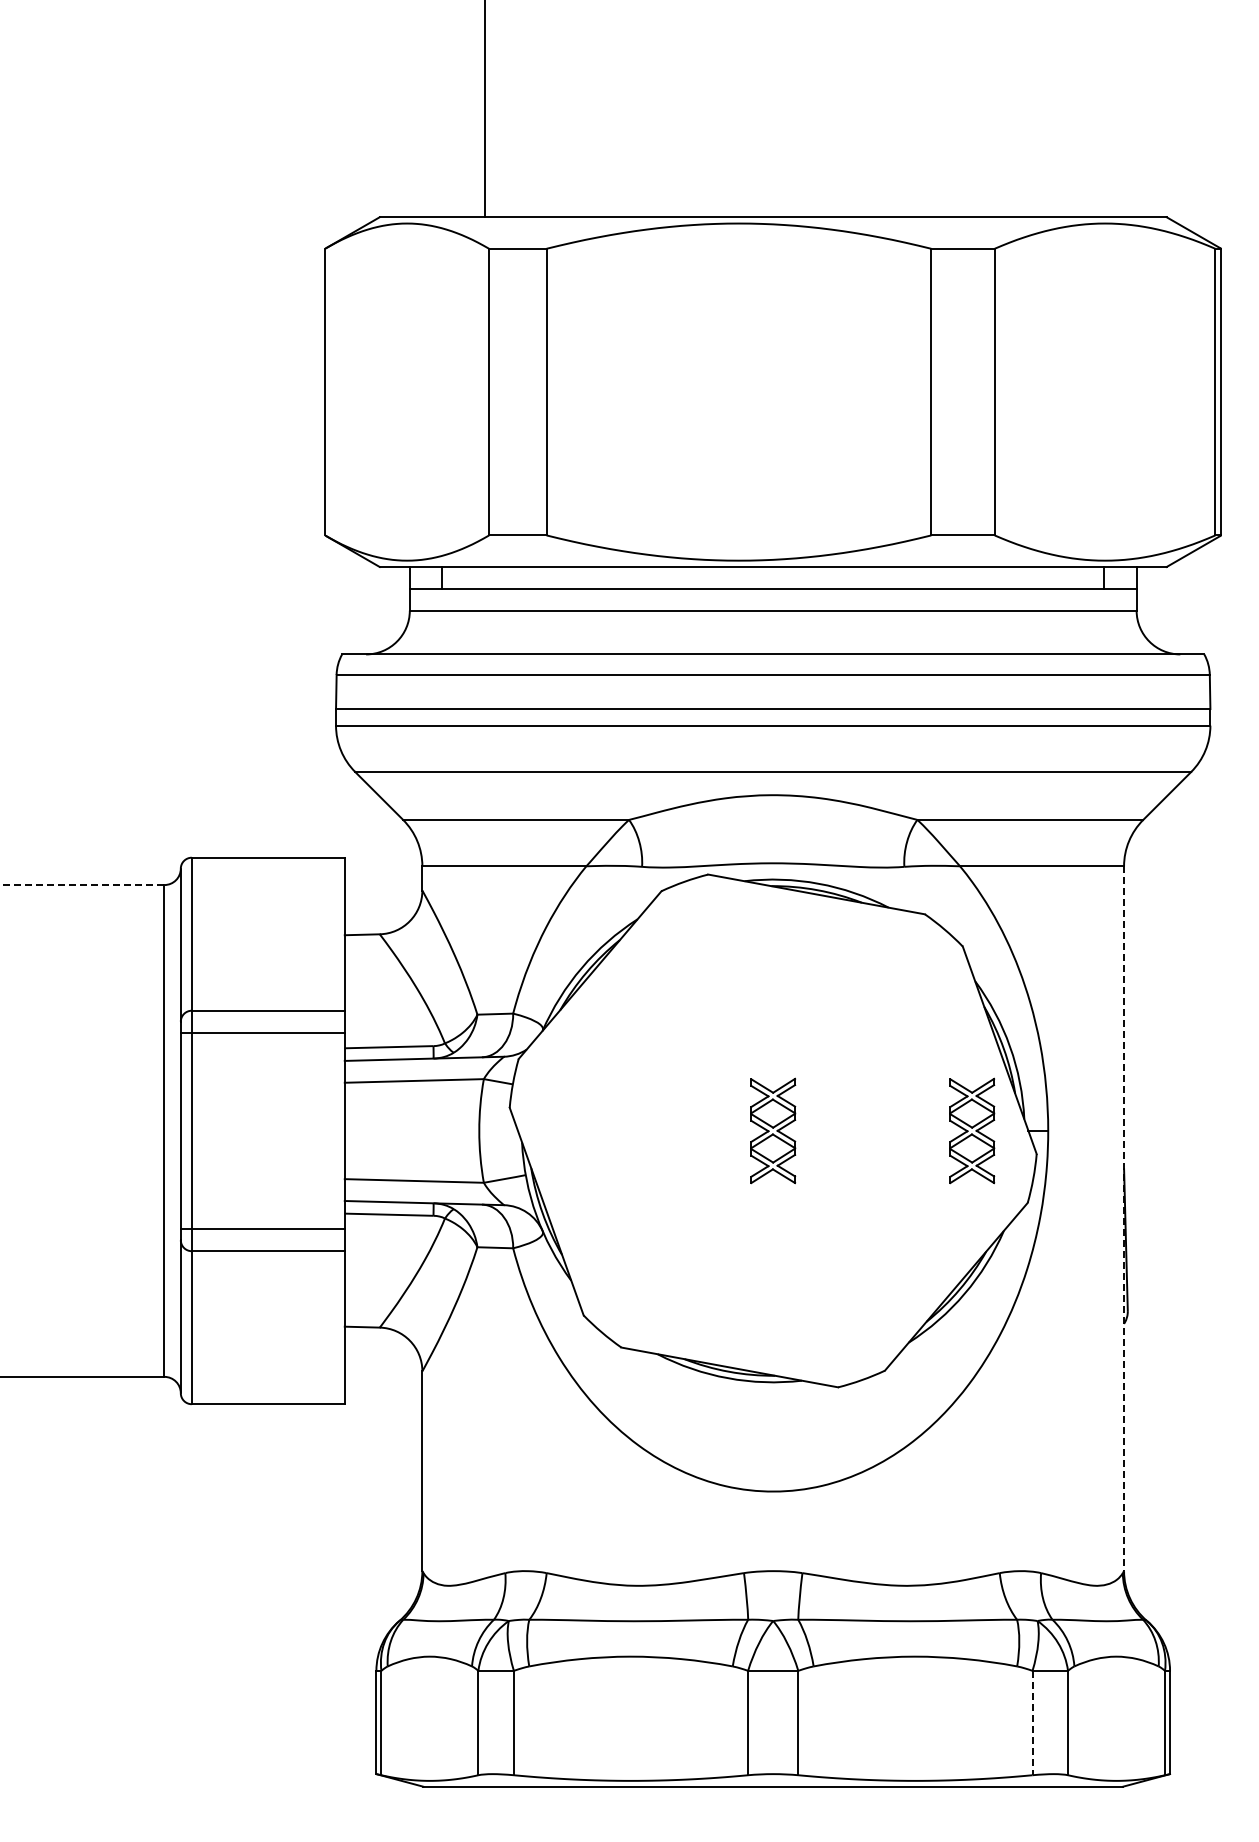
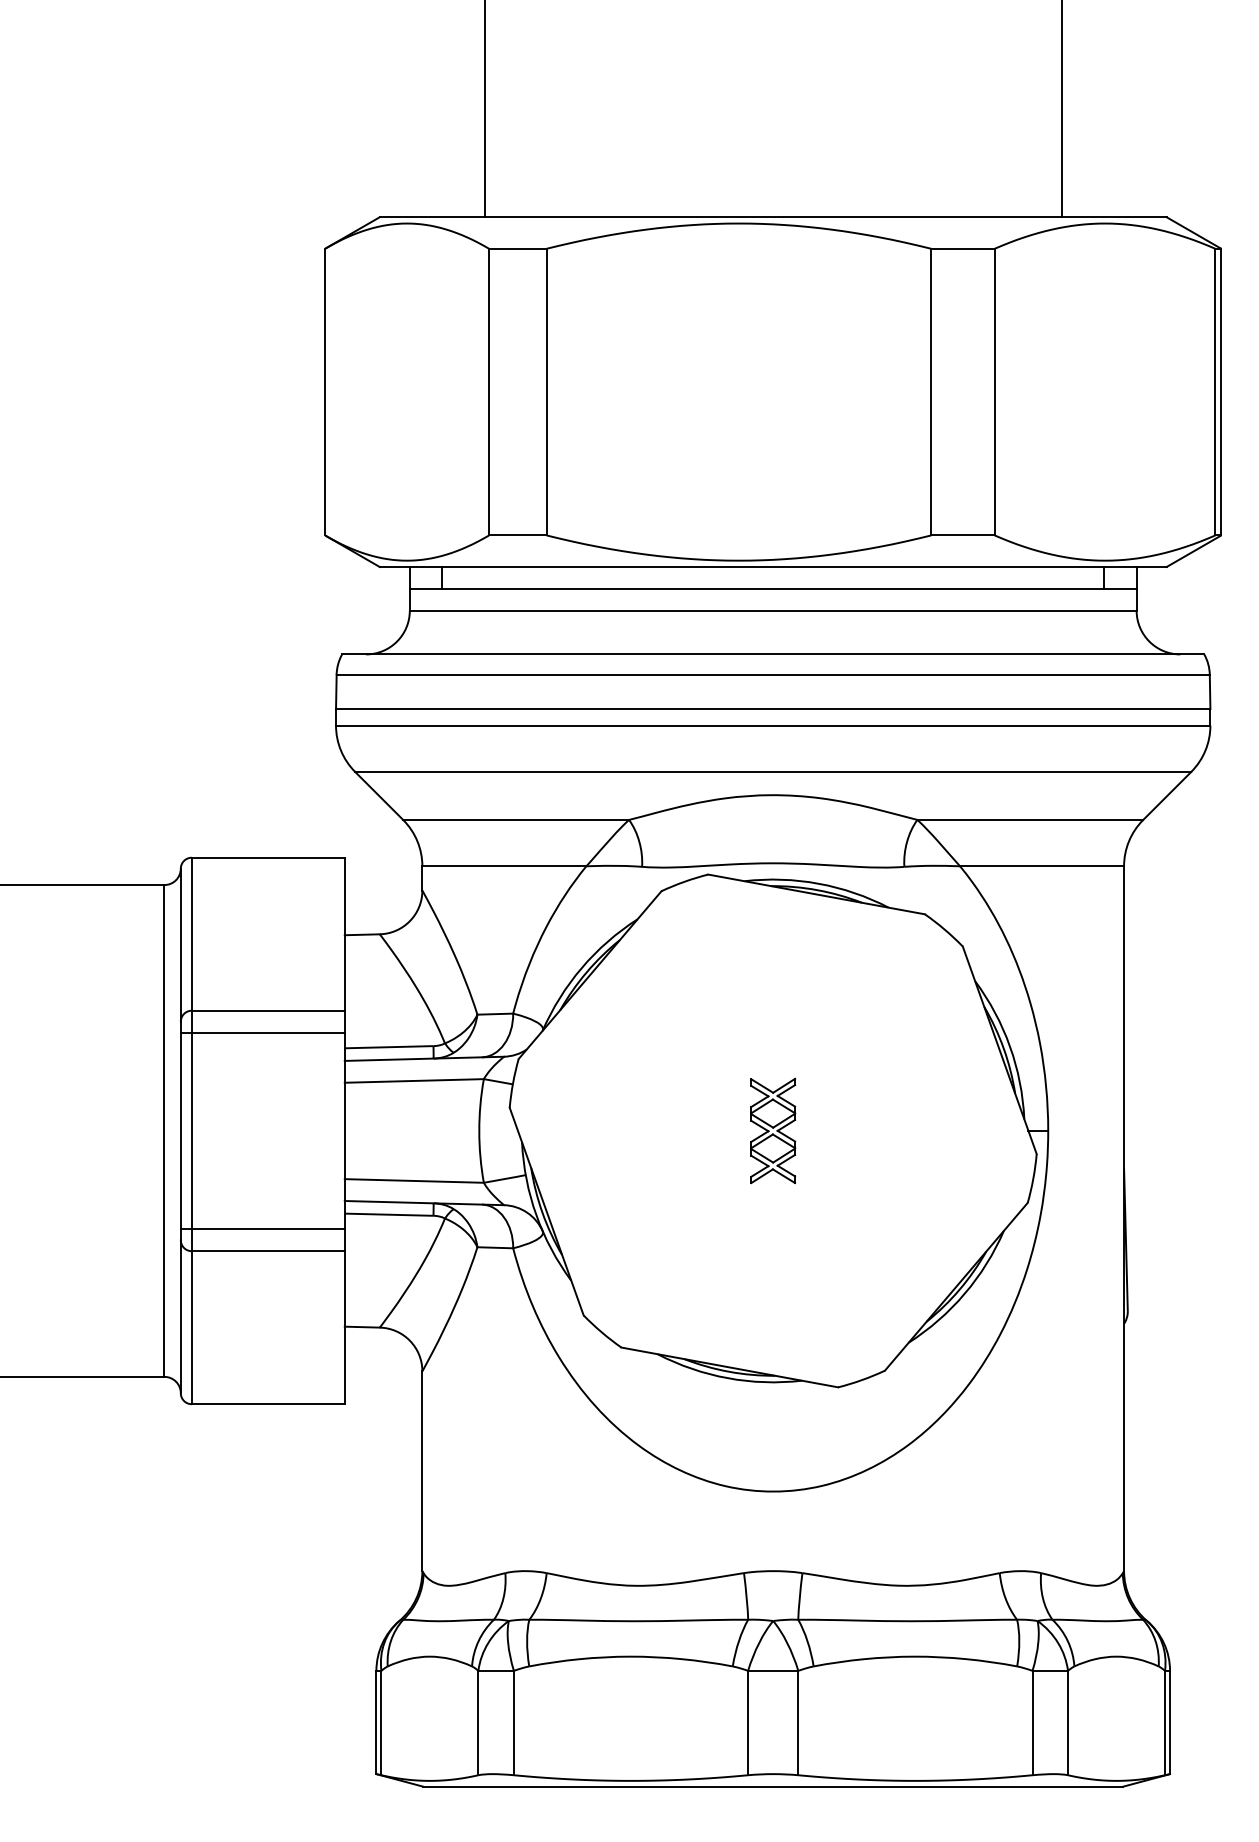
line at (1061, 109): none -> present
line at (82, 885): dashed -> solid
part at (972, 1130): present -> none
line at (1124, 1219): dashed -> solid
line at (1032, 1723): dashed -> solid
